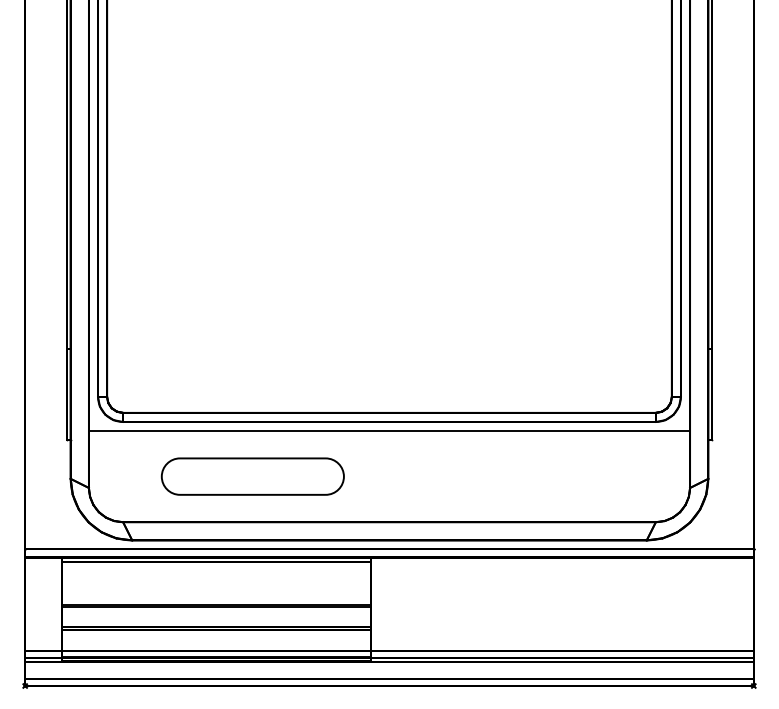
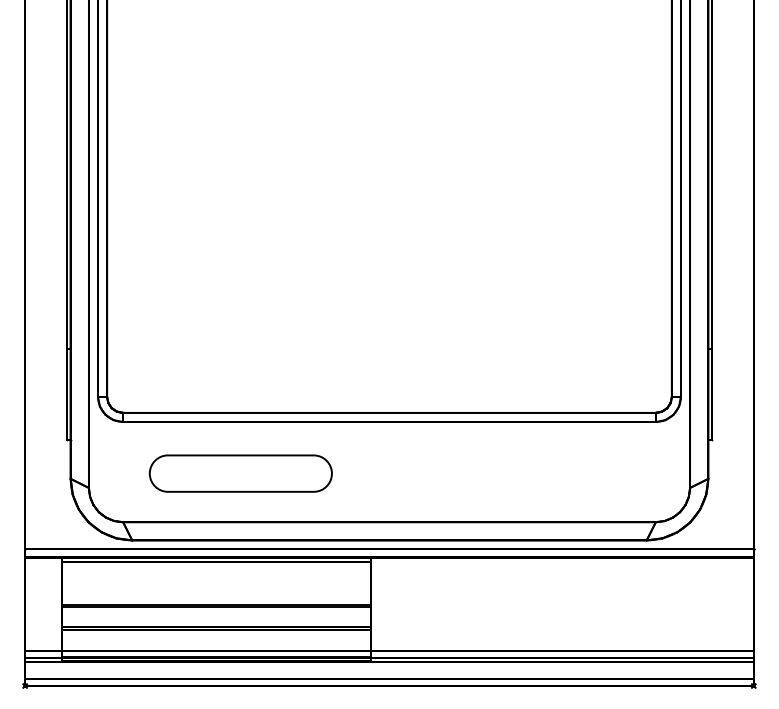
line at (389, 431): present -> none
part at (252, 476) position: (252, 476) -> (240, 473)
